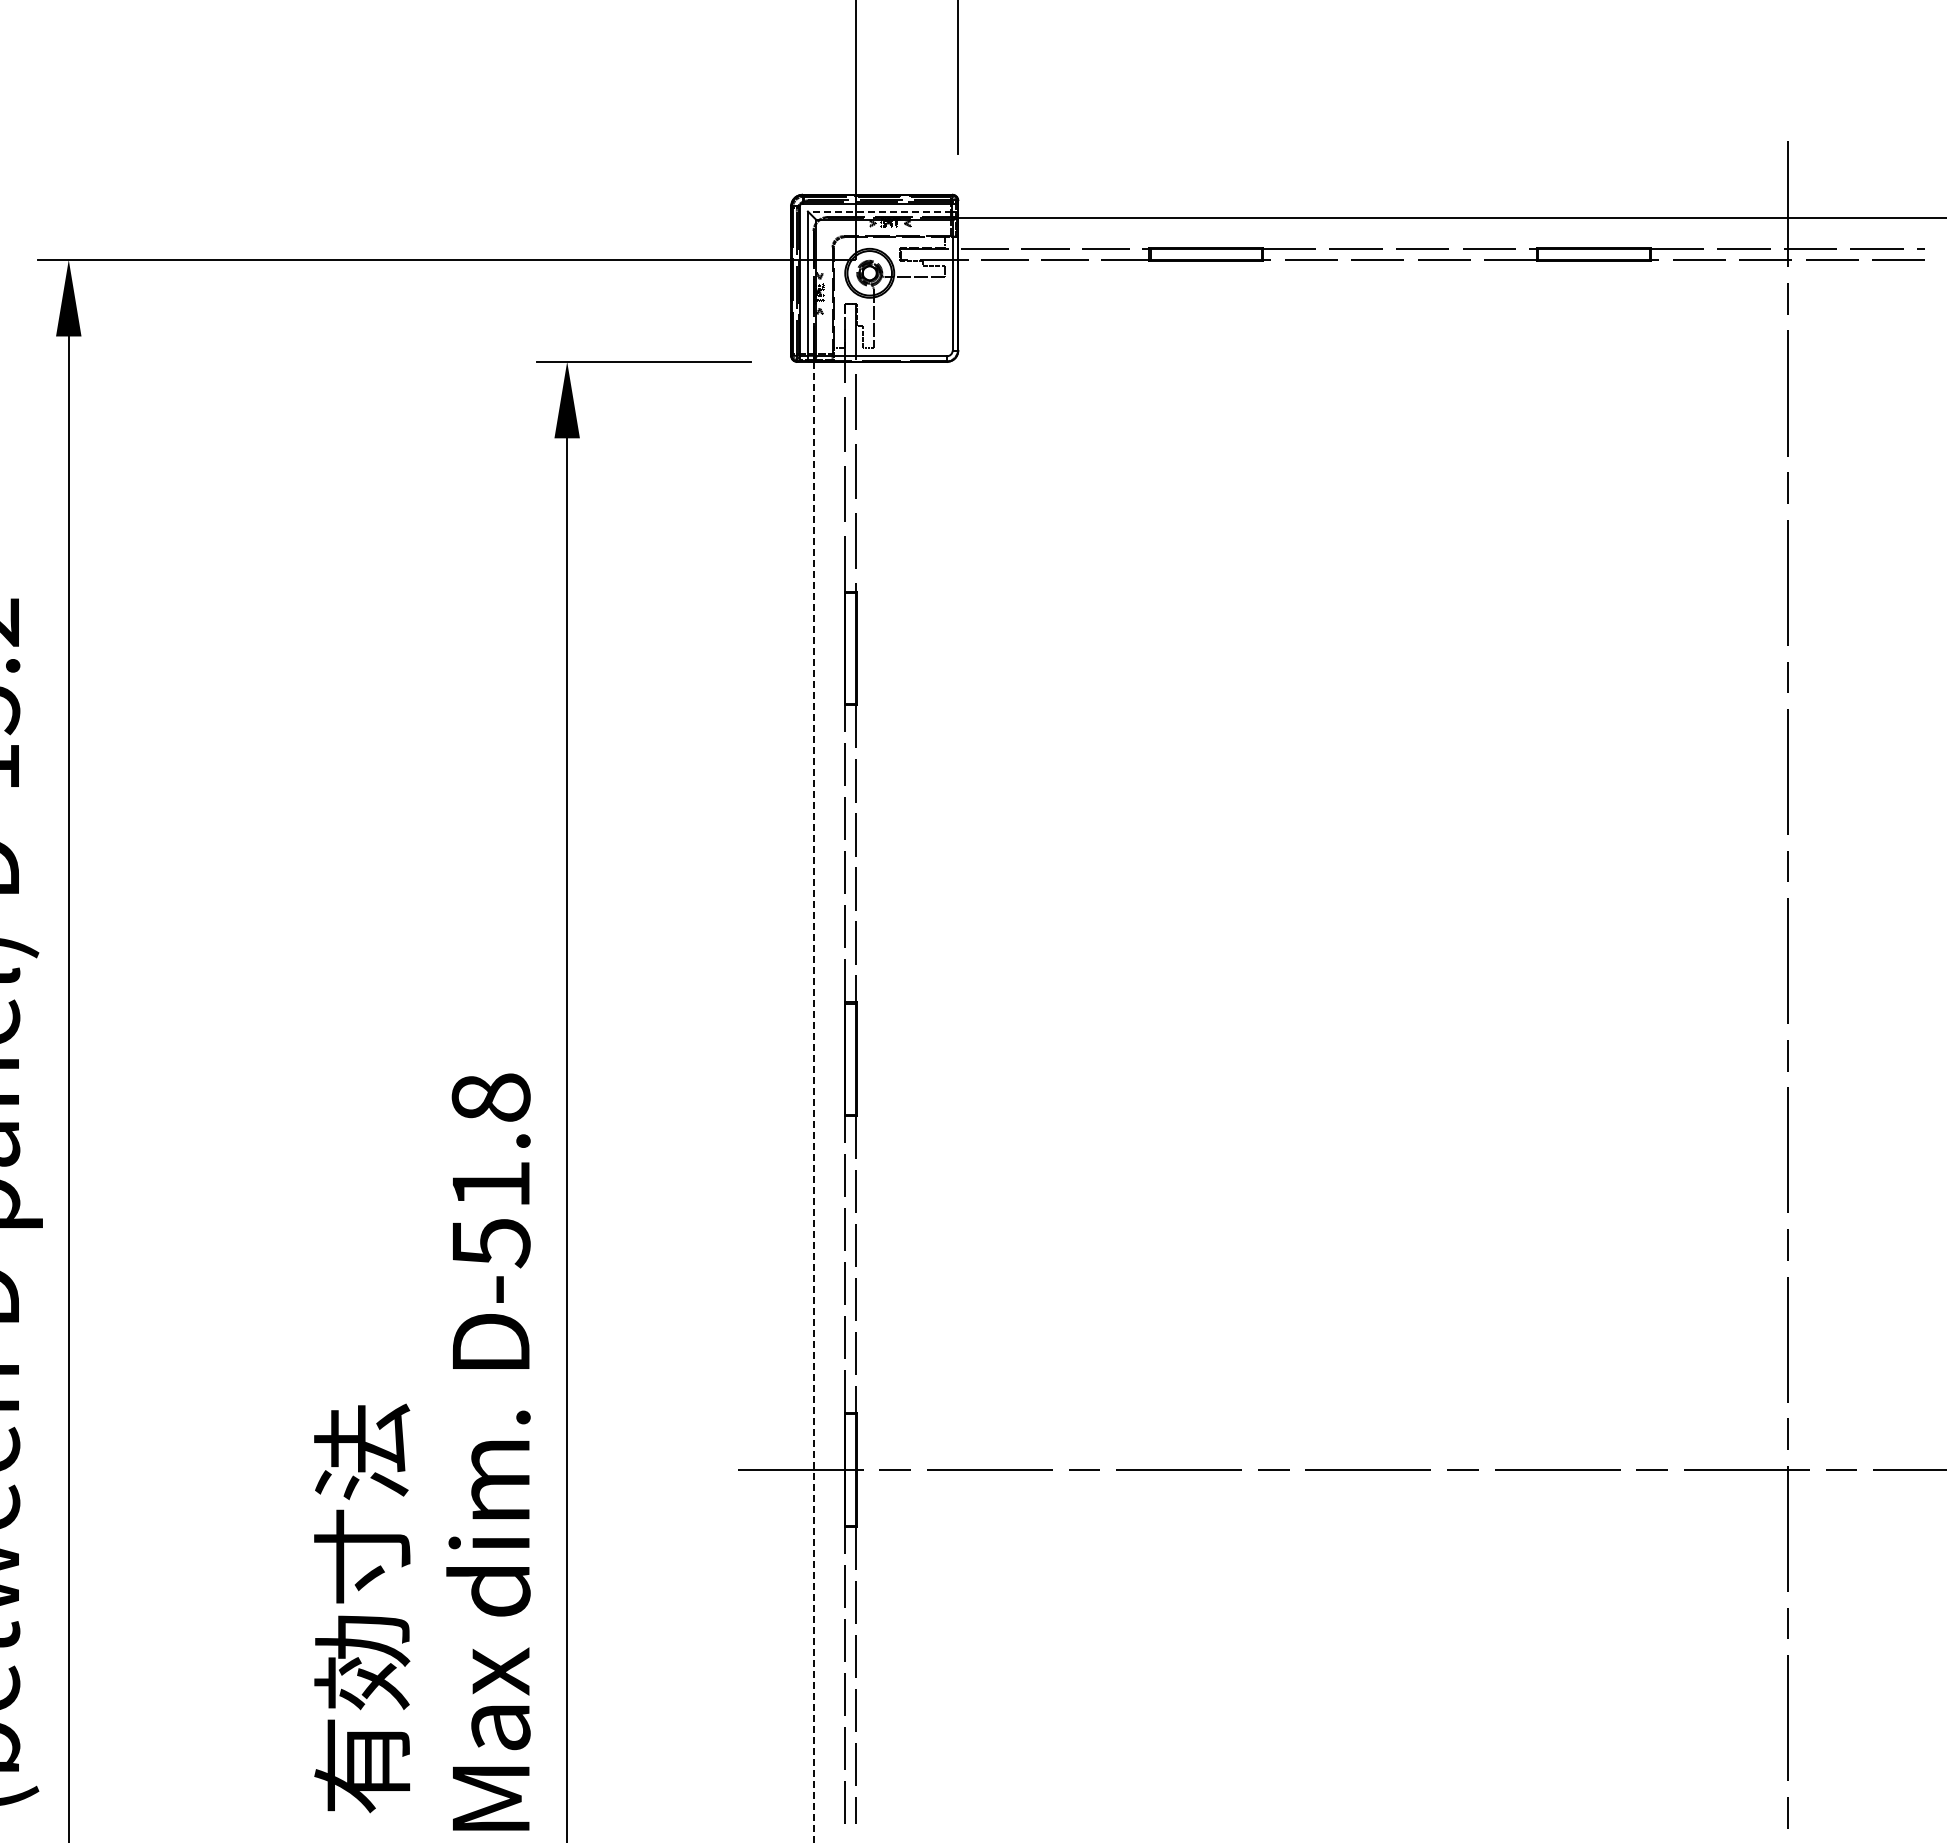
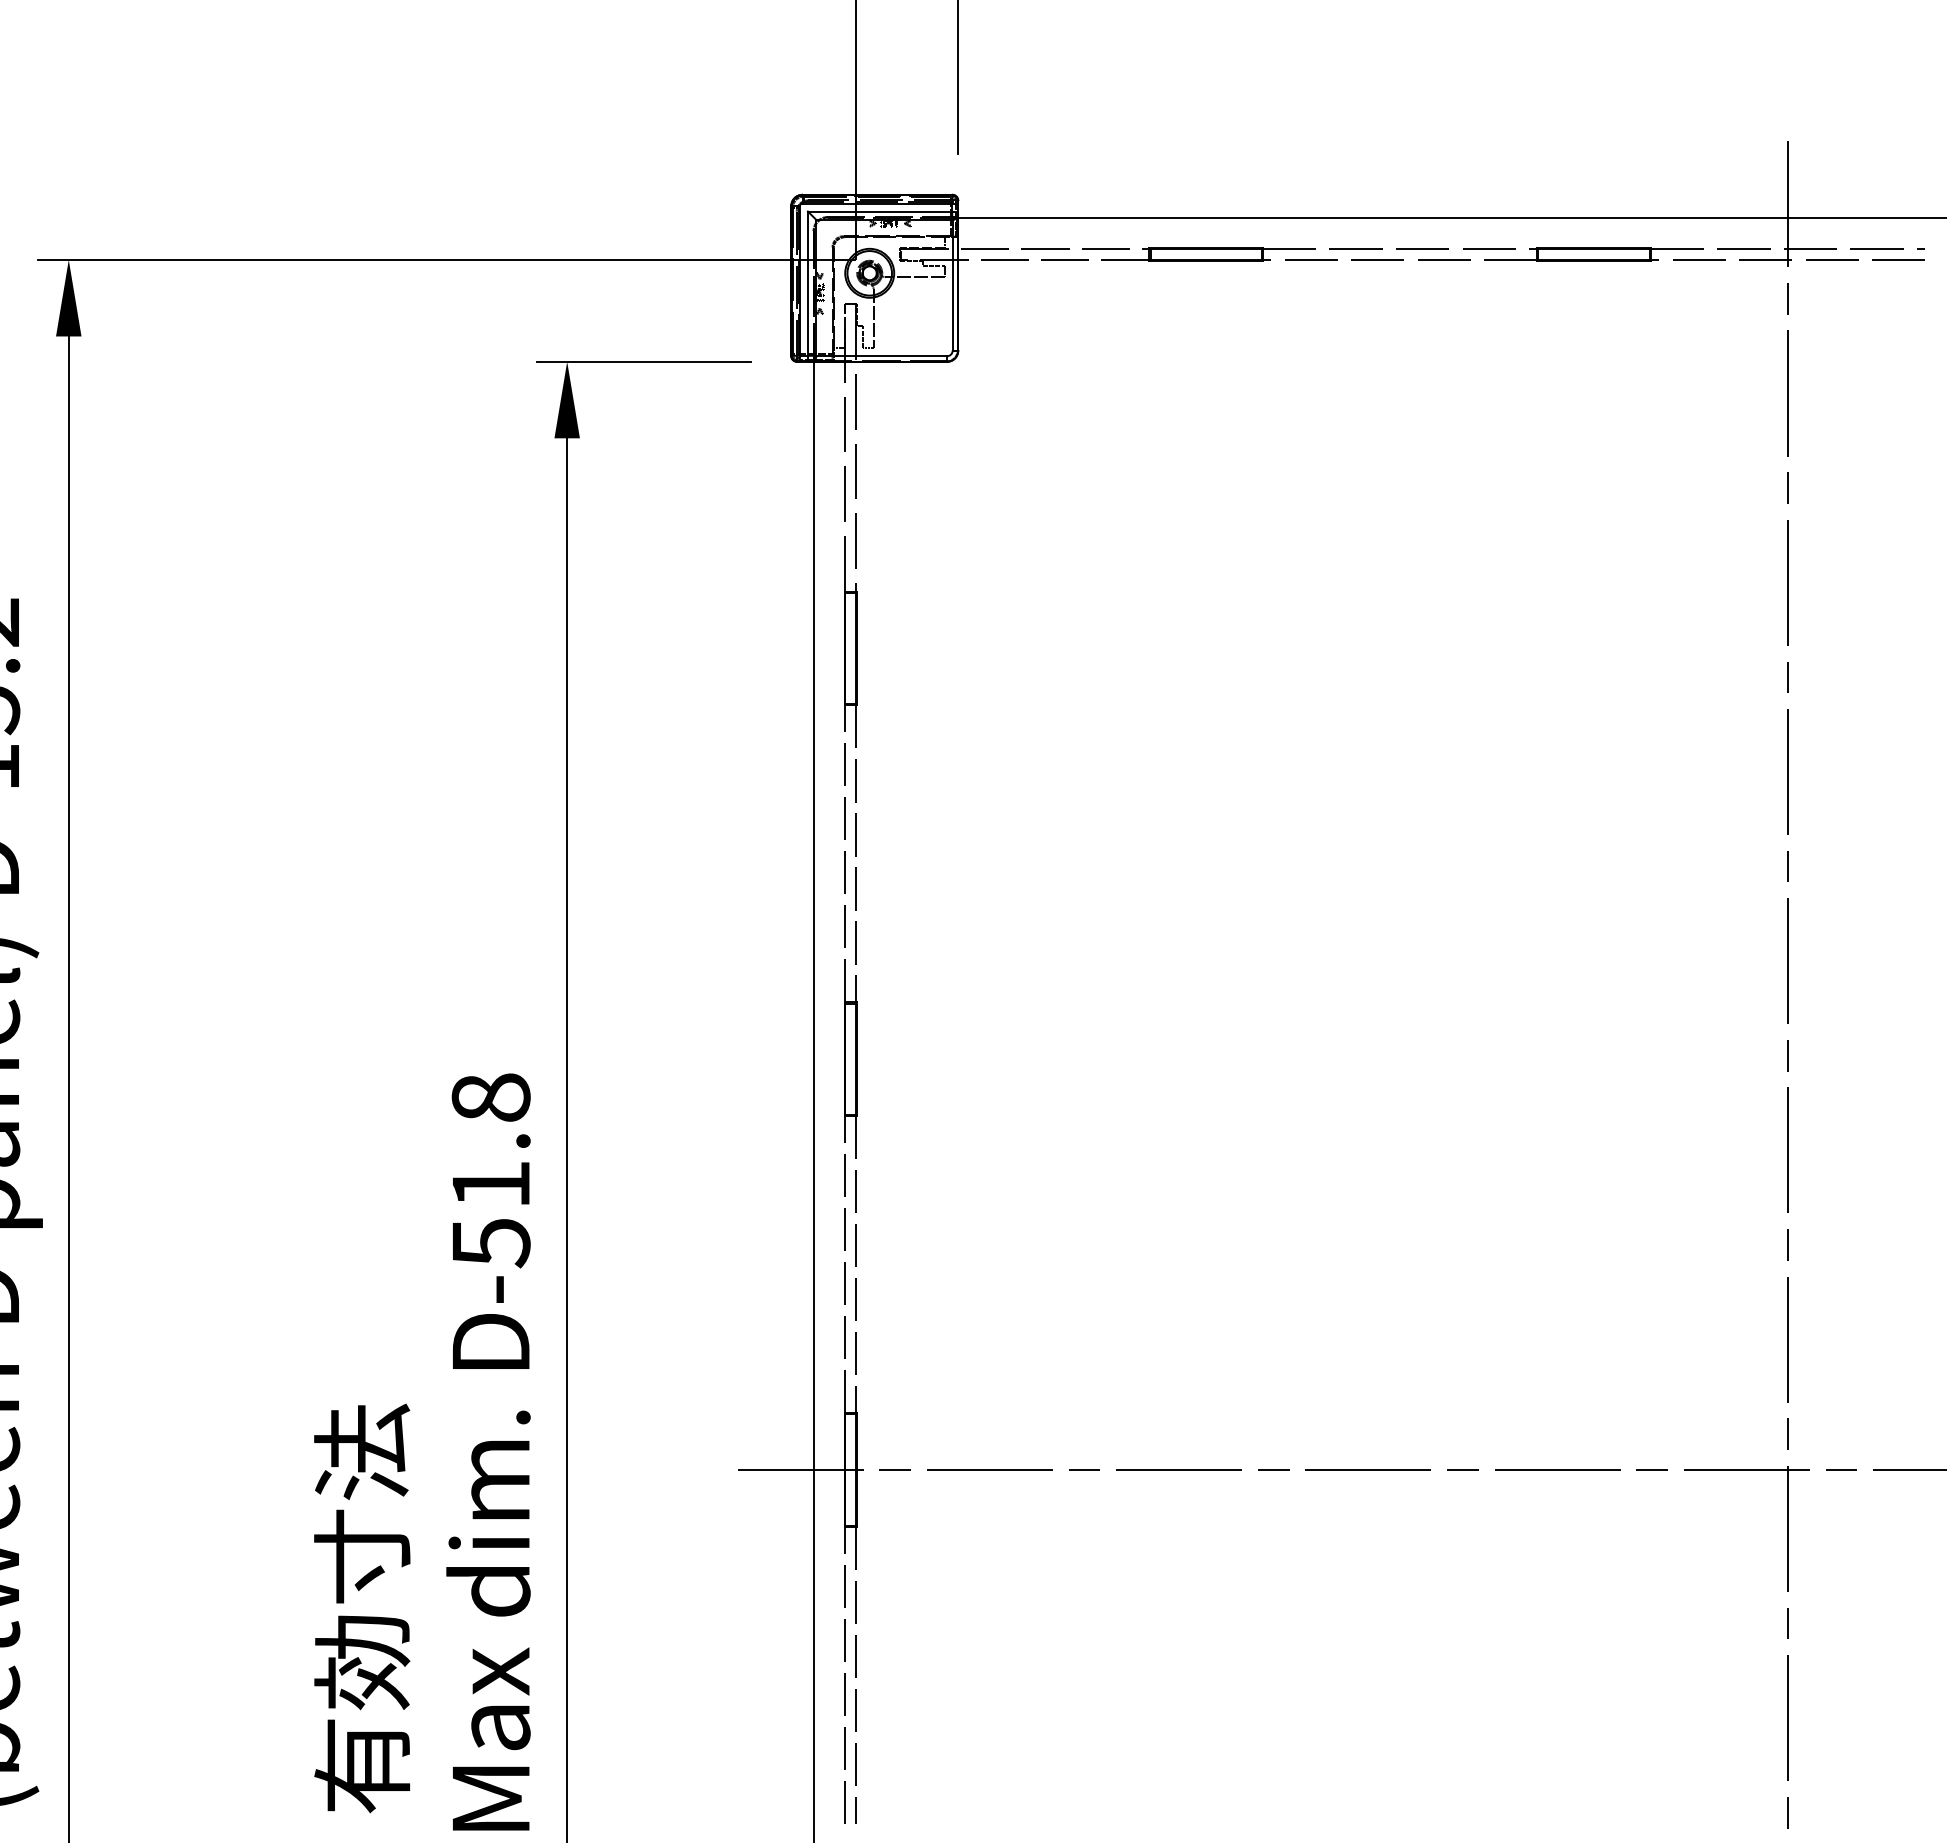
line at (879, 211): dashed -> solid
line at (814, 1102): dashed -> solid
